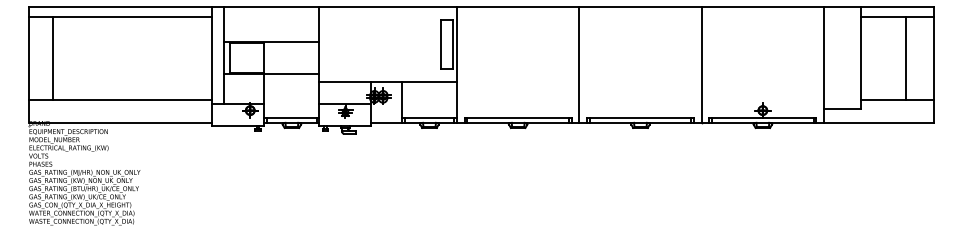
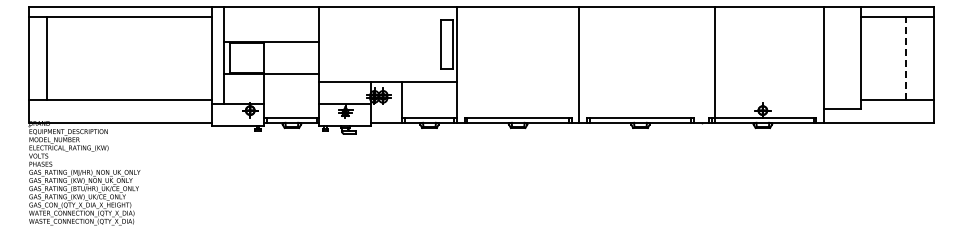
line at (53, 58) position: (53, 58) -> (47, 58)
line at (906, 58): solid -> dashed
line at (701, 64) position: (701, 64) -> (714, 64)
